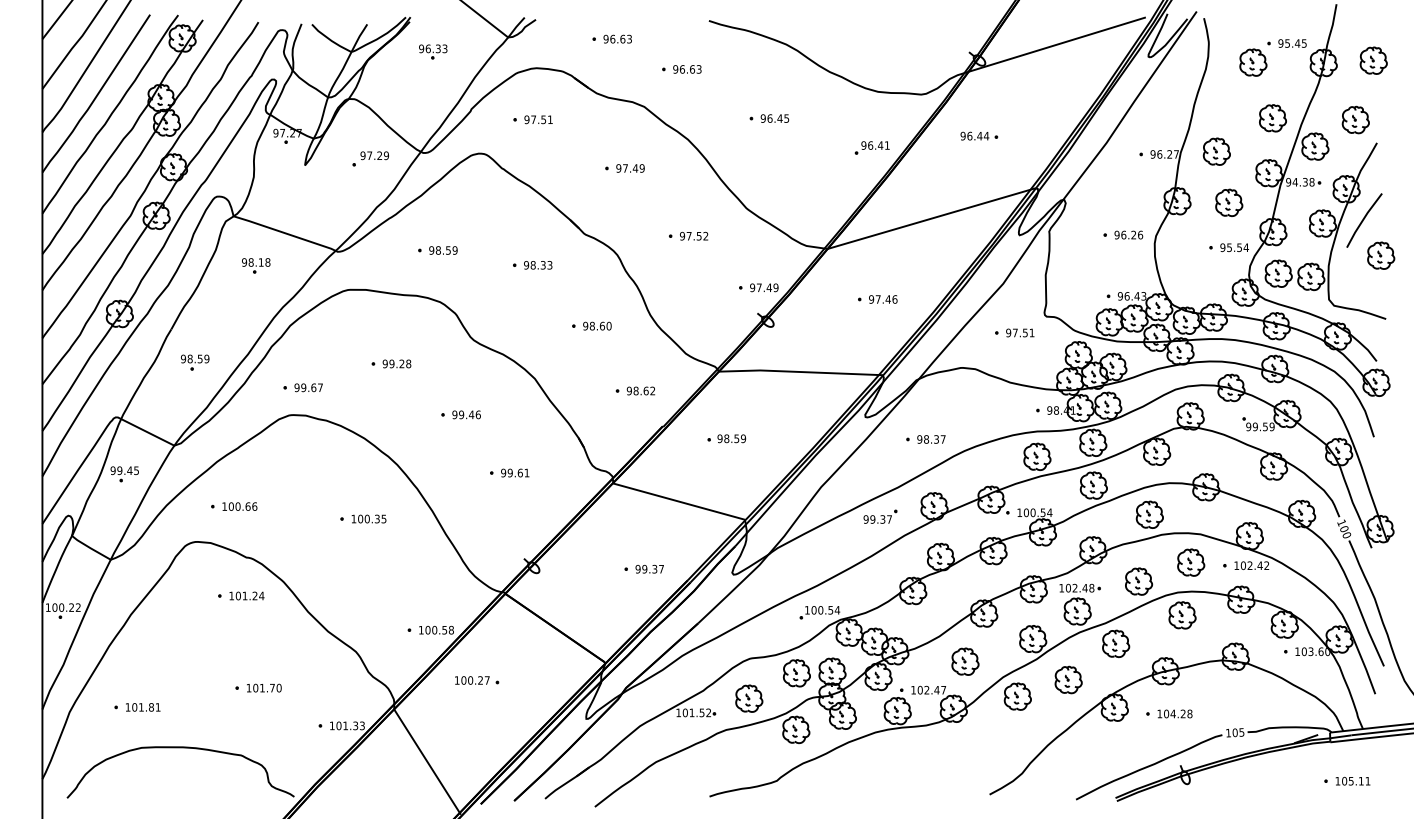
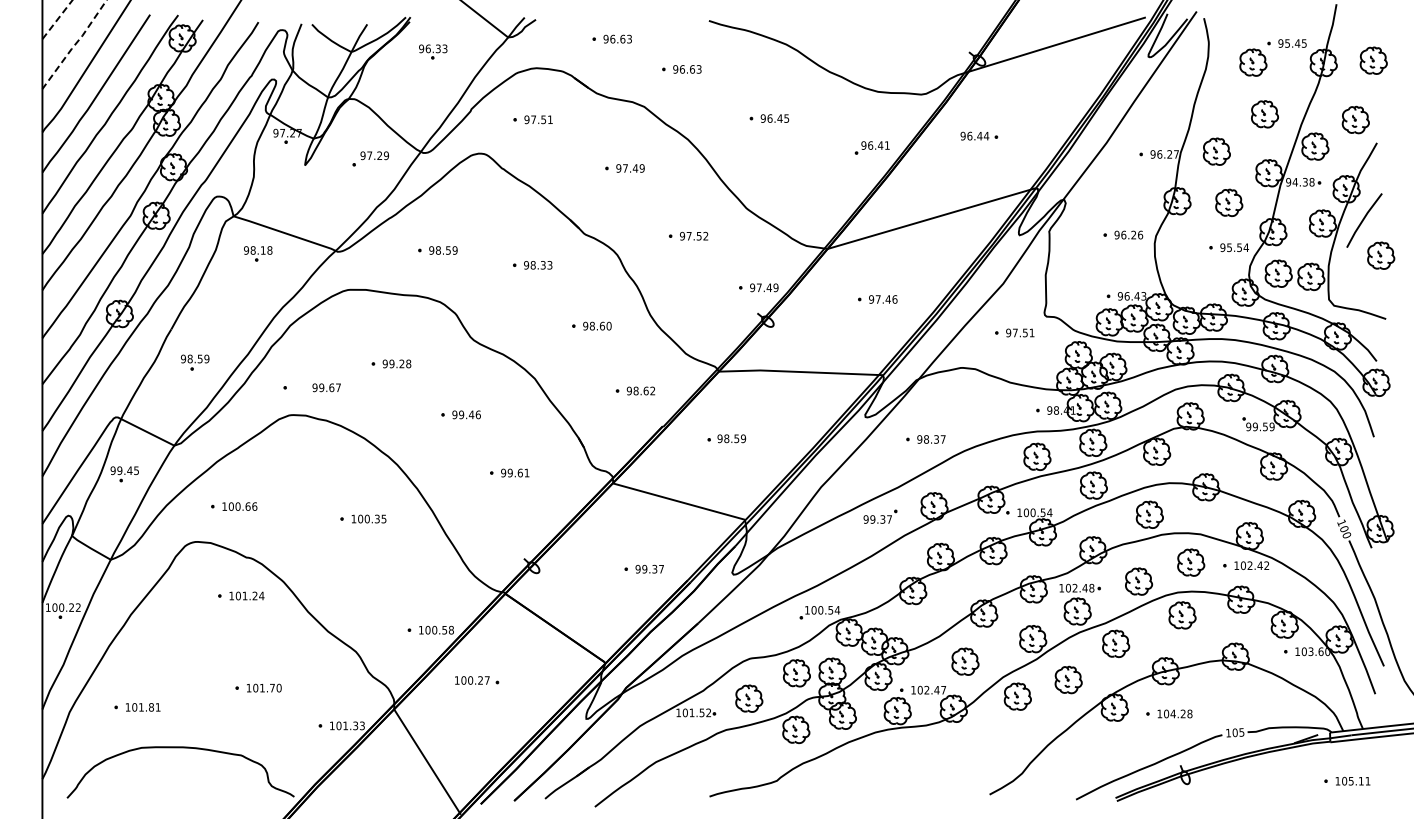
line at (57, 19): solid -> dashed
line at (74, 45): solid -> dashed
part at (1272, 118) position: (1272, 118) -> (1264, 114)
part at (256, 265) position: (256, 265) -> (258, 253)
text at (308, 387) position: (308, 387) -> (326, 387)
